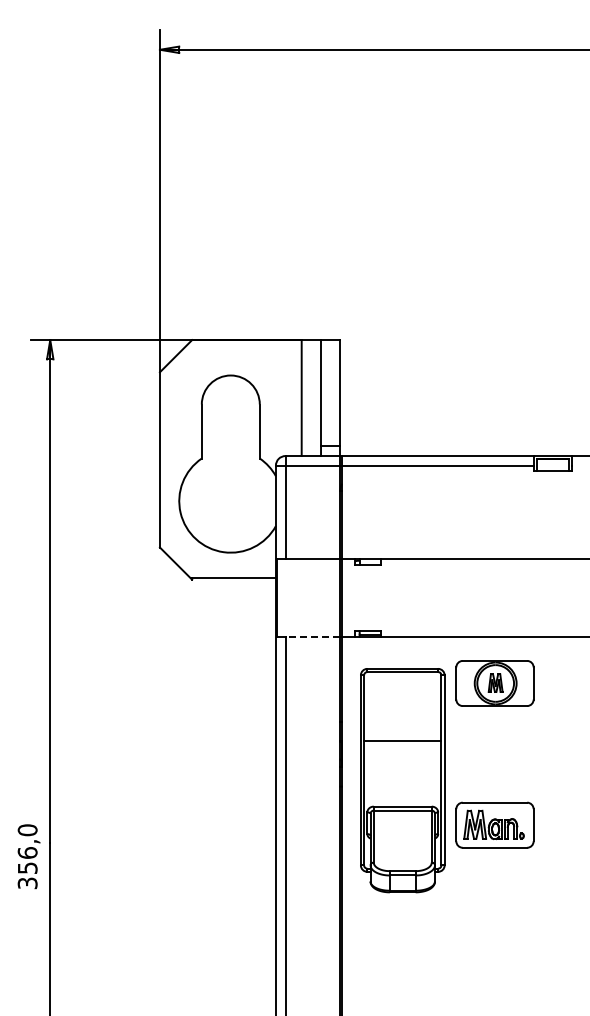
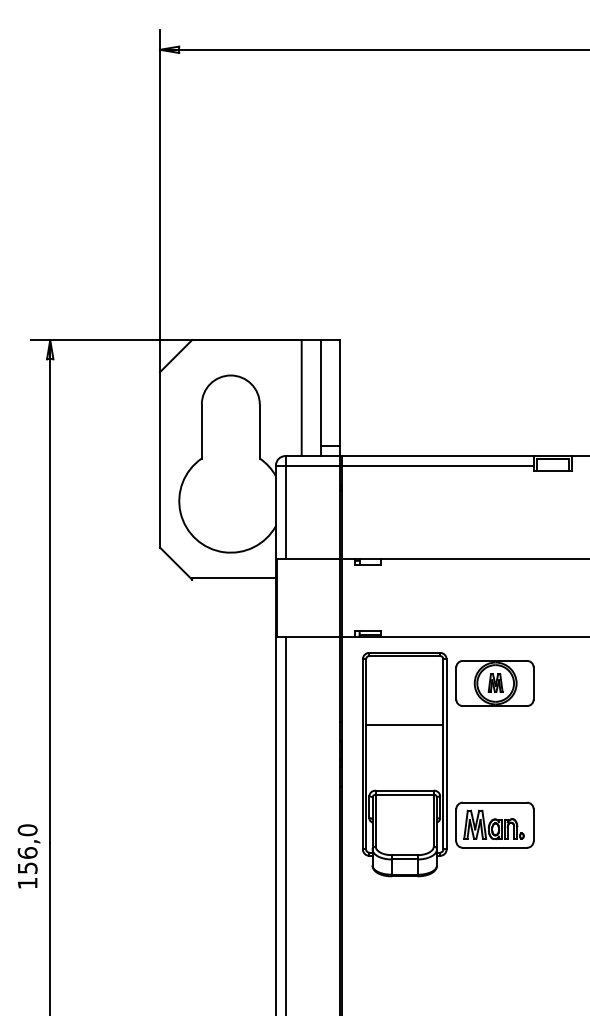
line at (312, 636): dashed -> solid
part at (402, 780) position: (402, 780) -> (404, 764)
text at (27, 883): 356,0 -> 156,0
